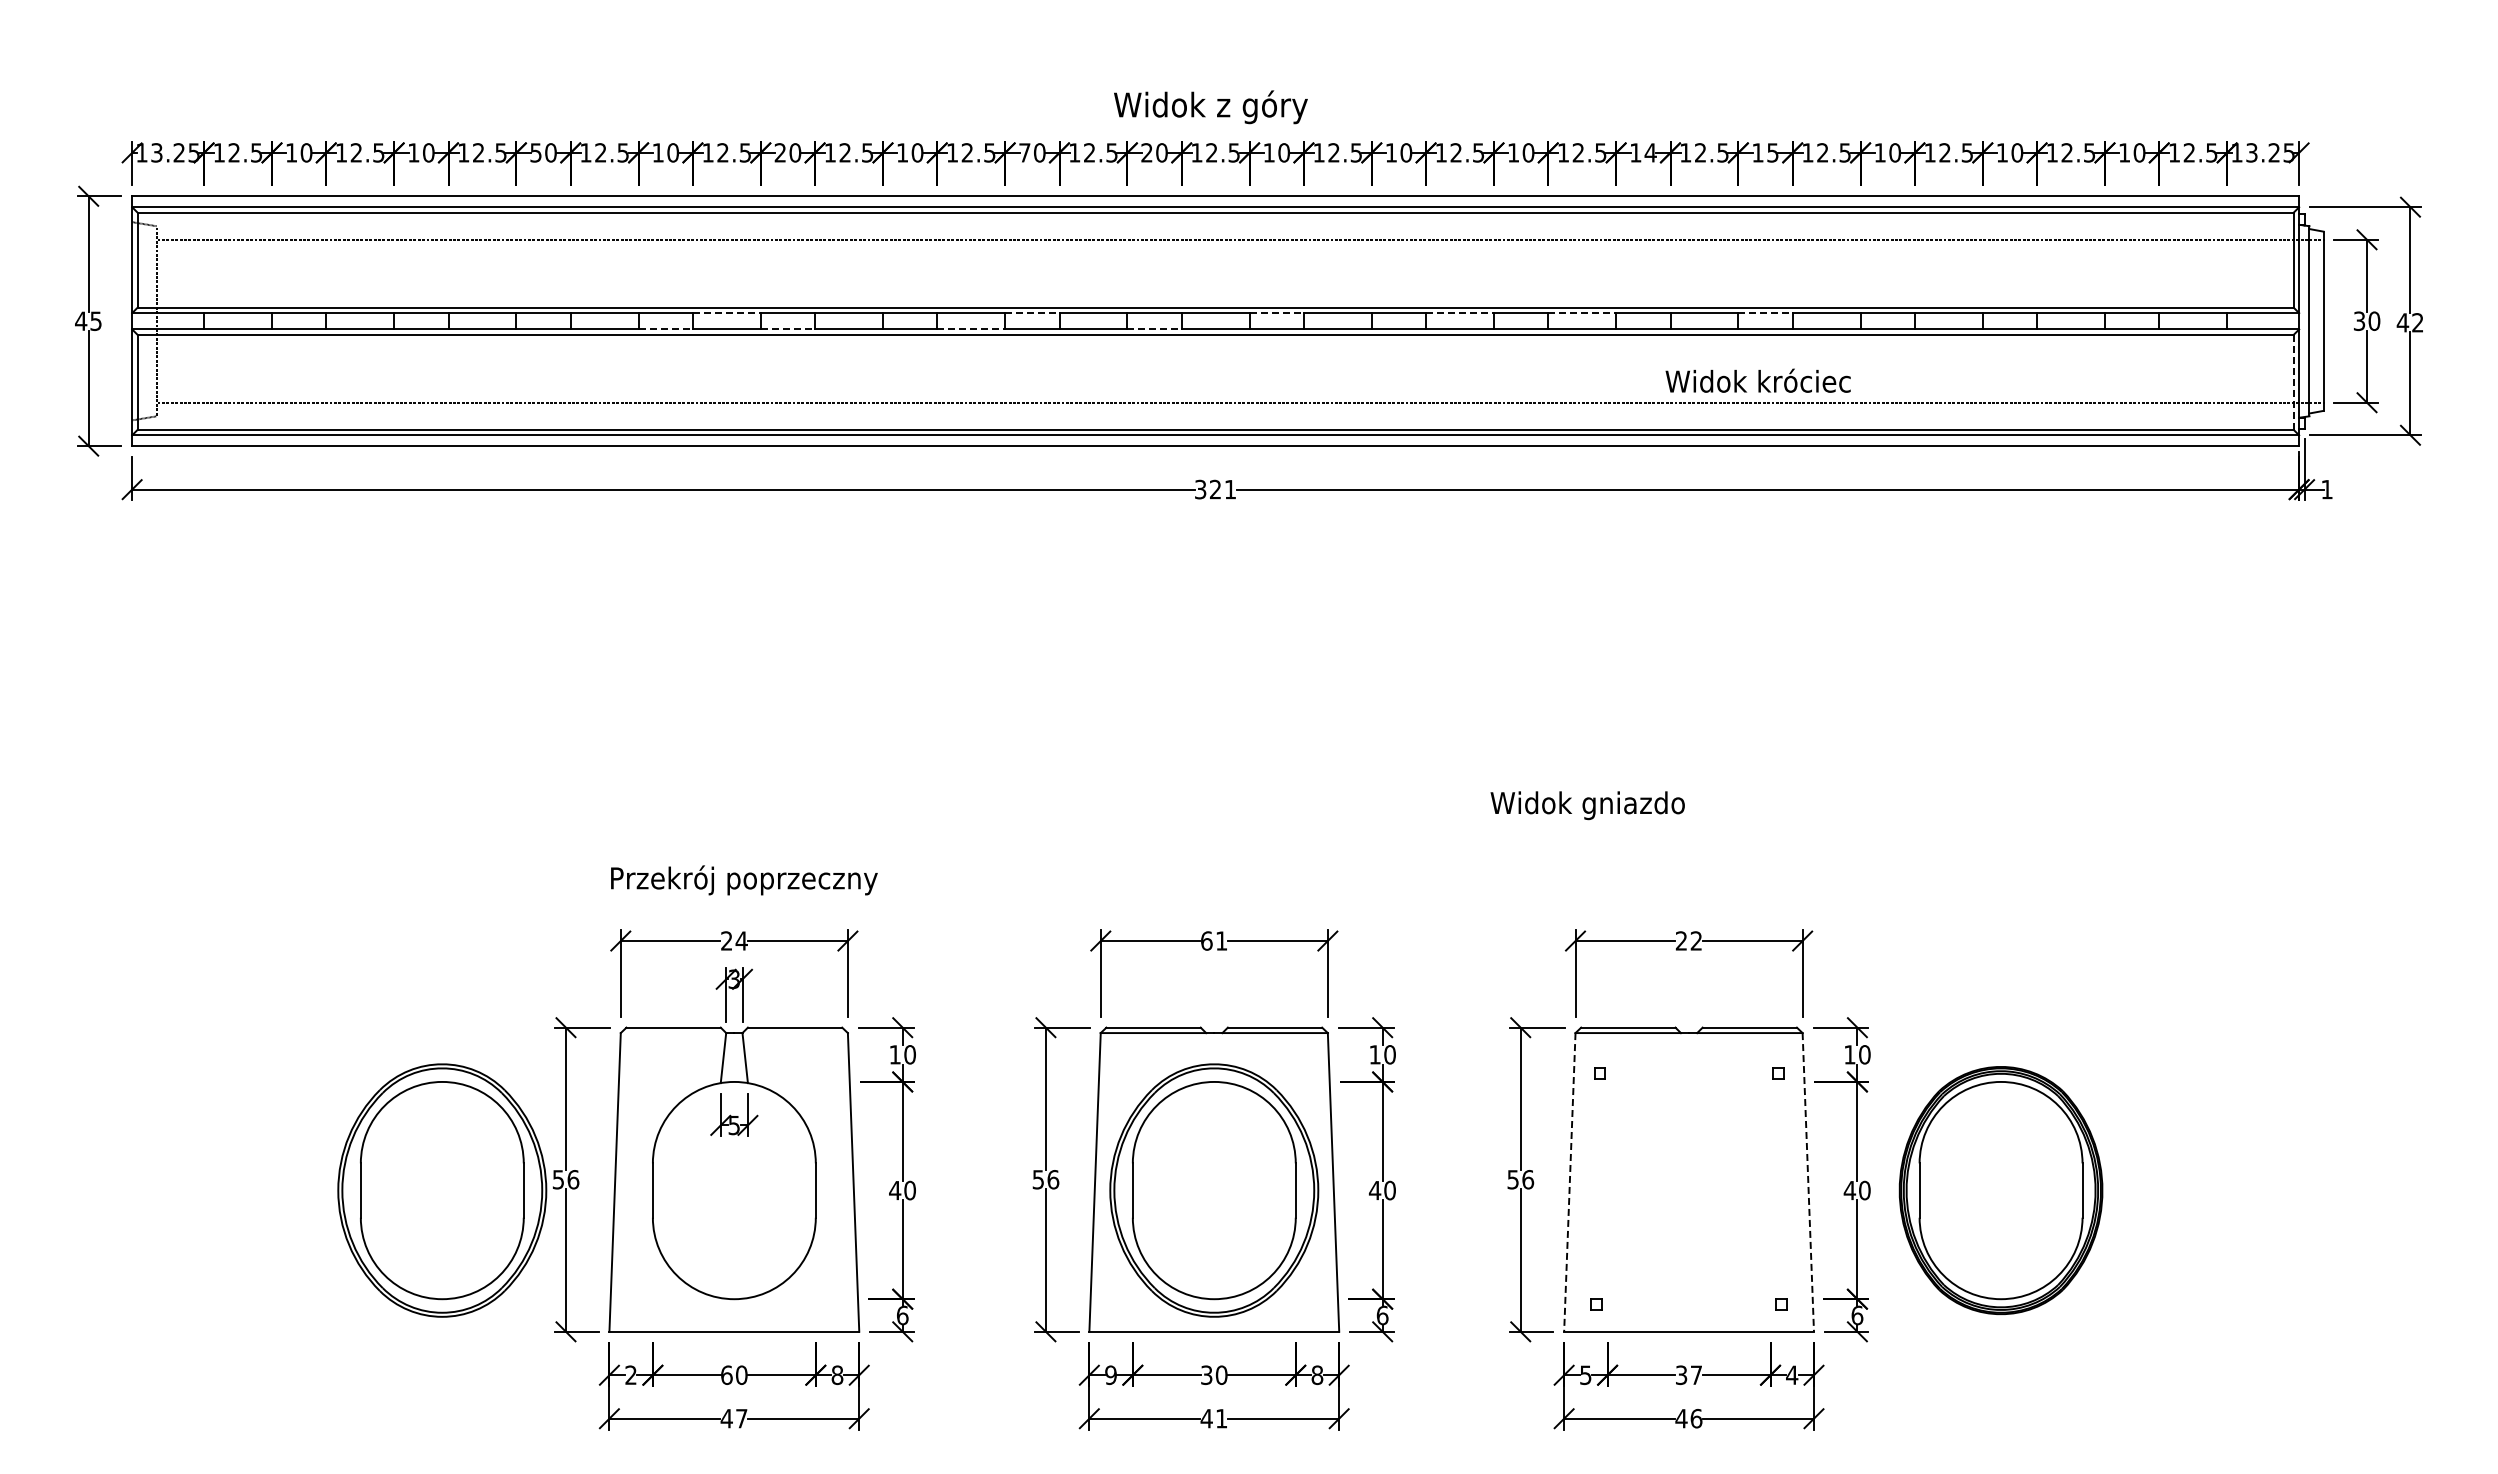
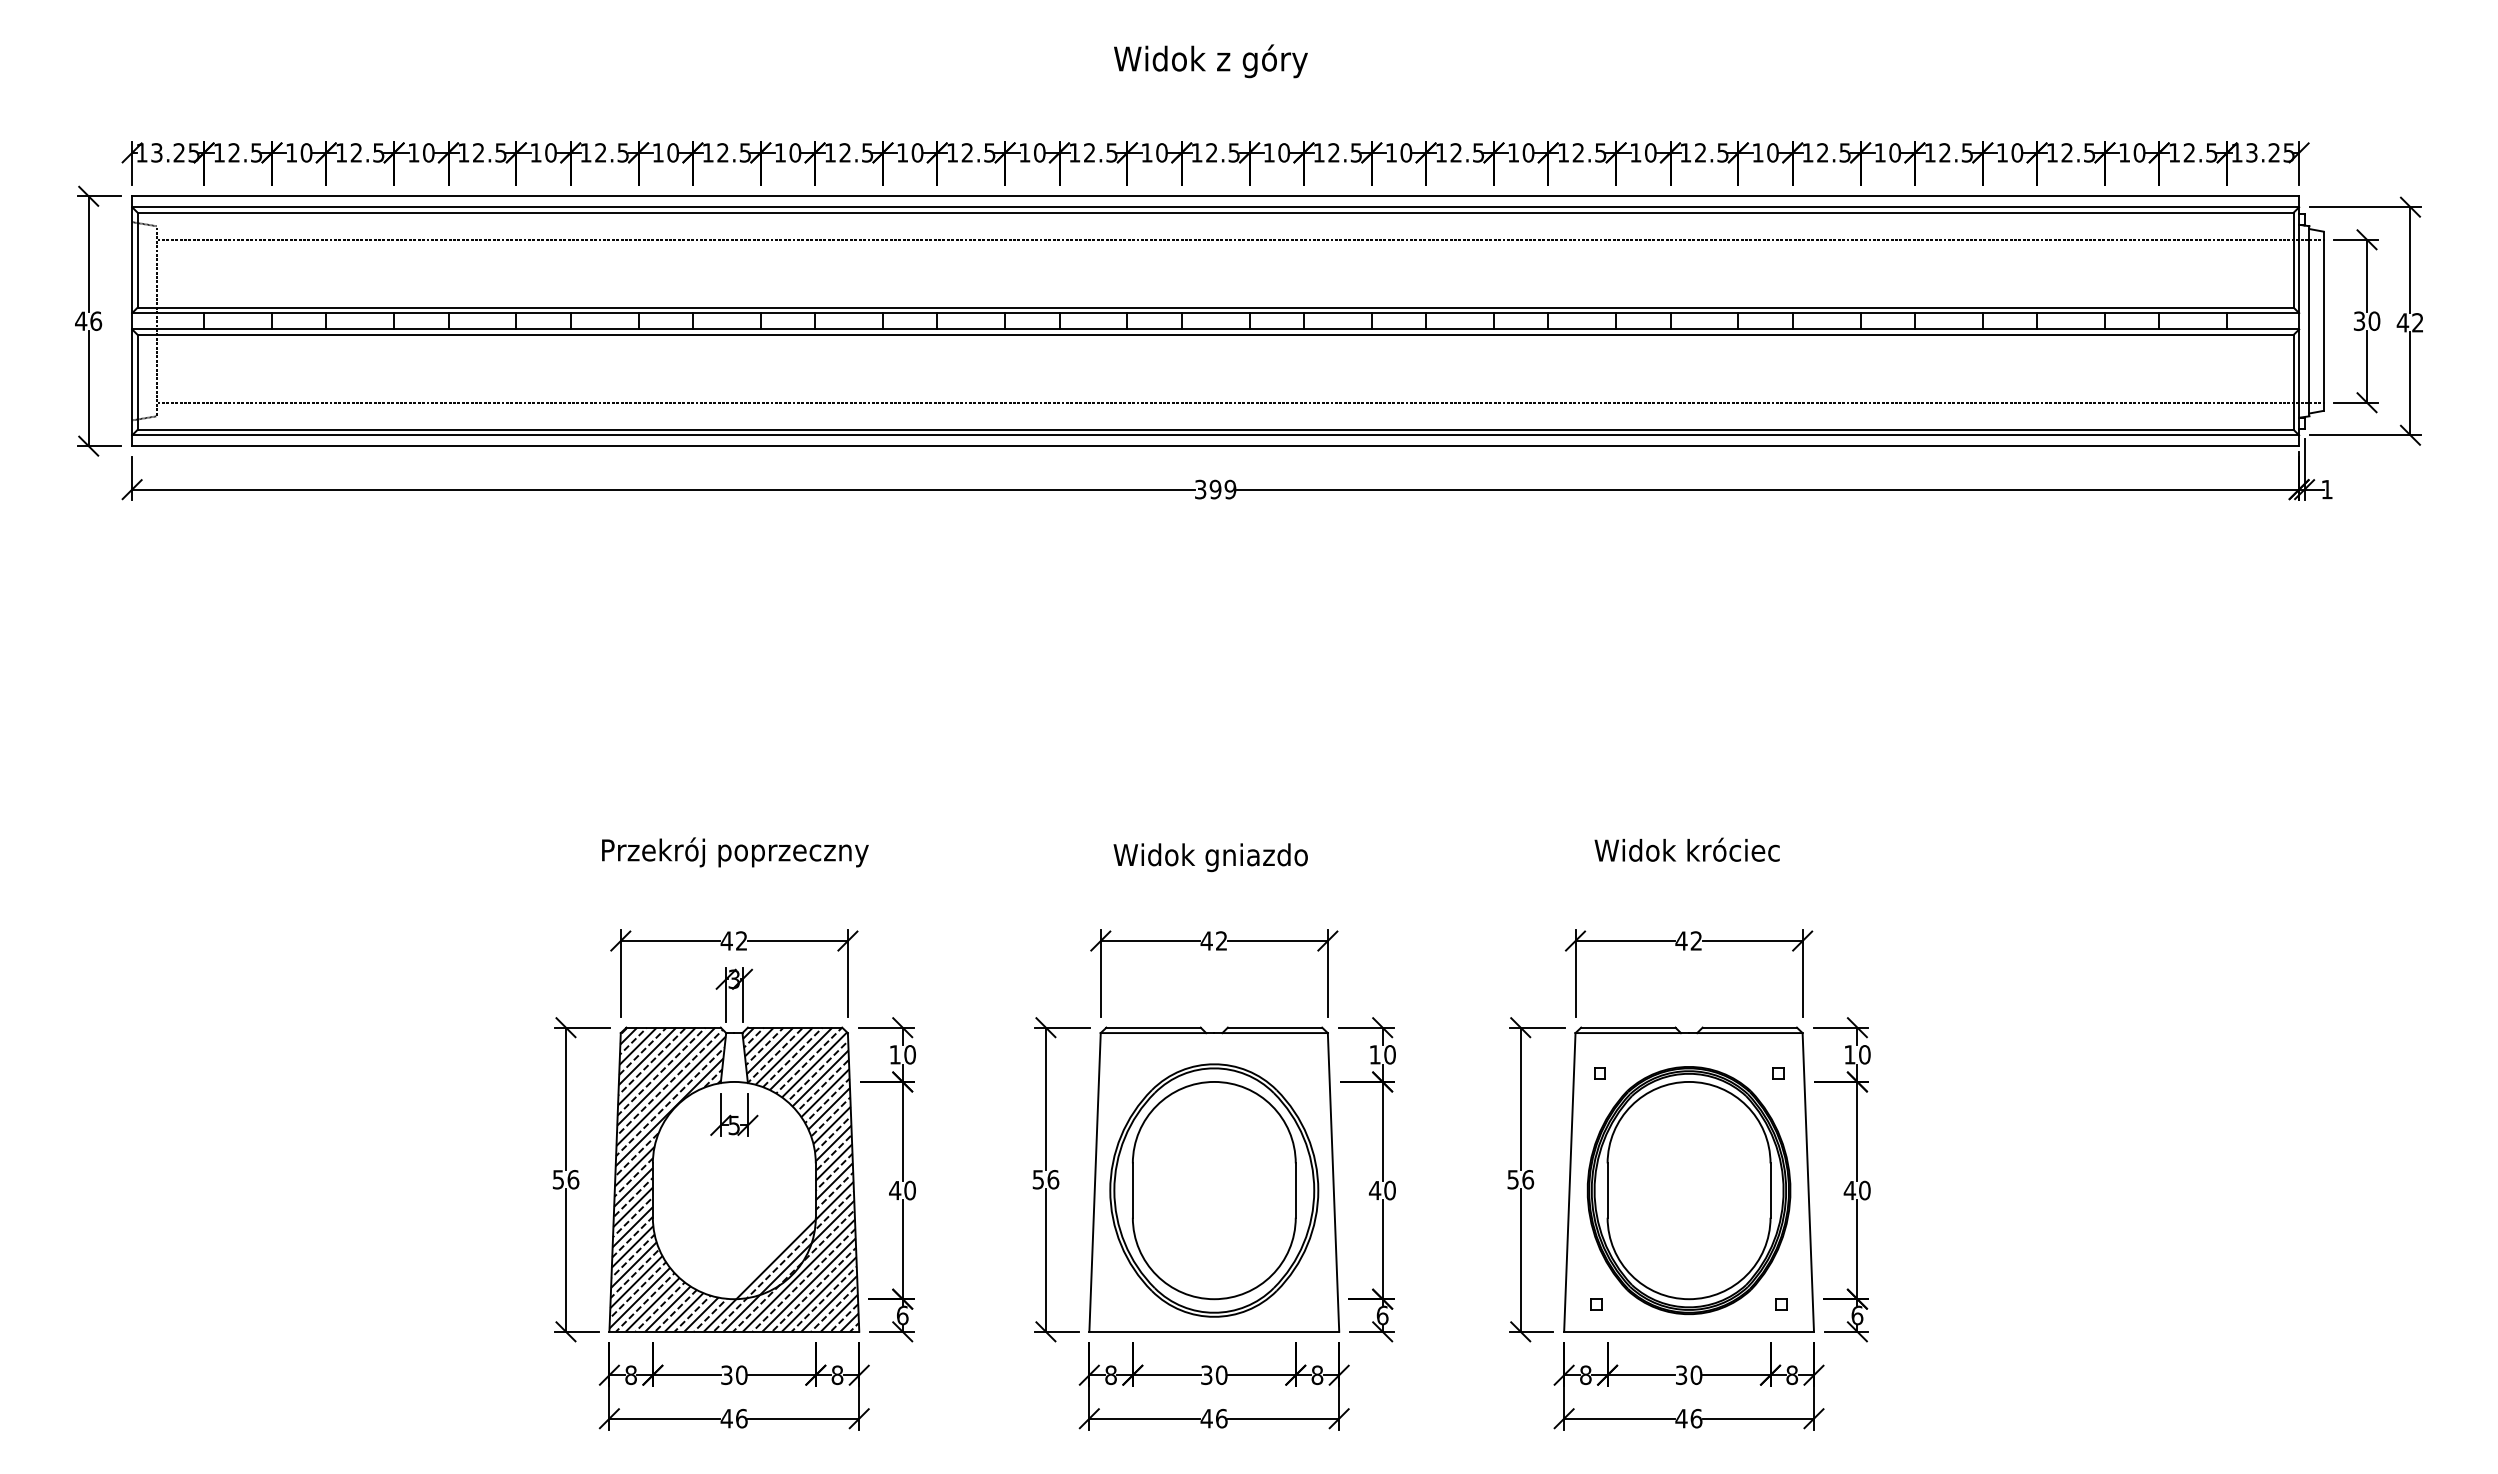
text at (1210, 107) position: (1210, 107) -> (1210, 61)
text at (535, 152): 50 -> 10
text at (779, 152): 20 -> 10
text at (1024, 152): 70 -> 10
text at (1146, 152): 20 -> 10
text at (1650, 152): 14 -> 10
text at (1772, 152): 15 -> 10
line at (726, 313): dashed -> solid
line at (1032, 313): dashed -> solid
line at (1277, 313): dashed -> solid
line at (1460, 313): dashed -> solid
line at (1582, 313): dashed -> solid
line at (1766, 313): dashed -> solid
text at (96, 321): 45 -> 46
line at (666, 329): dashed -> solid
line at (788, 329): dashed -> solid
line at (971, 329): dashed -> solid
line at (1155, 329): dashed -> solid
text at (1757, 380) position: (1757, 380) -> (1686, 849)
line at (2293, 382): dashed -> solid
text at (1222, 489): 321 -> 399
text at (1587, 805) position: (1587, 805) -> (1210, 857)
text at (744, 880) position: (744, 880) -> (735, 852)
text at (733, 940): 24 -> 42
text at (1213, 940): 61 -> 42
text at (1681, 940): 22 -> 42
hatch at (733, 1179): none -> present
line at (1569, 1182): dashed -> solid
line at (1808, 1182): dashed -> solid
part at (442, 1190): present -> none
part at (2000, 1190) position: (2000, 1190) -> (1688, 1190)
text at (1585, 1374): 5 -> 8
text at (630, 1375): 2 -> 8
text at (726, 1375): 60 -> 30
text at (1110, 1375): 9 -> 8
text at (1696, 1375): 37 -> 30
text at (1792, 1375): 4 -> 8
text at (741, 1418): 47 -> 46
text at (1221, 1418): 41 -> 46
